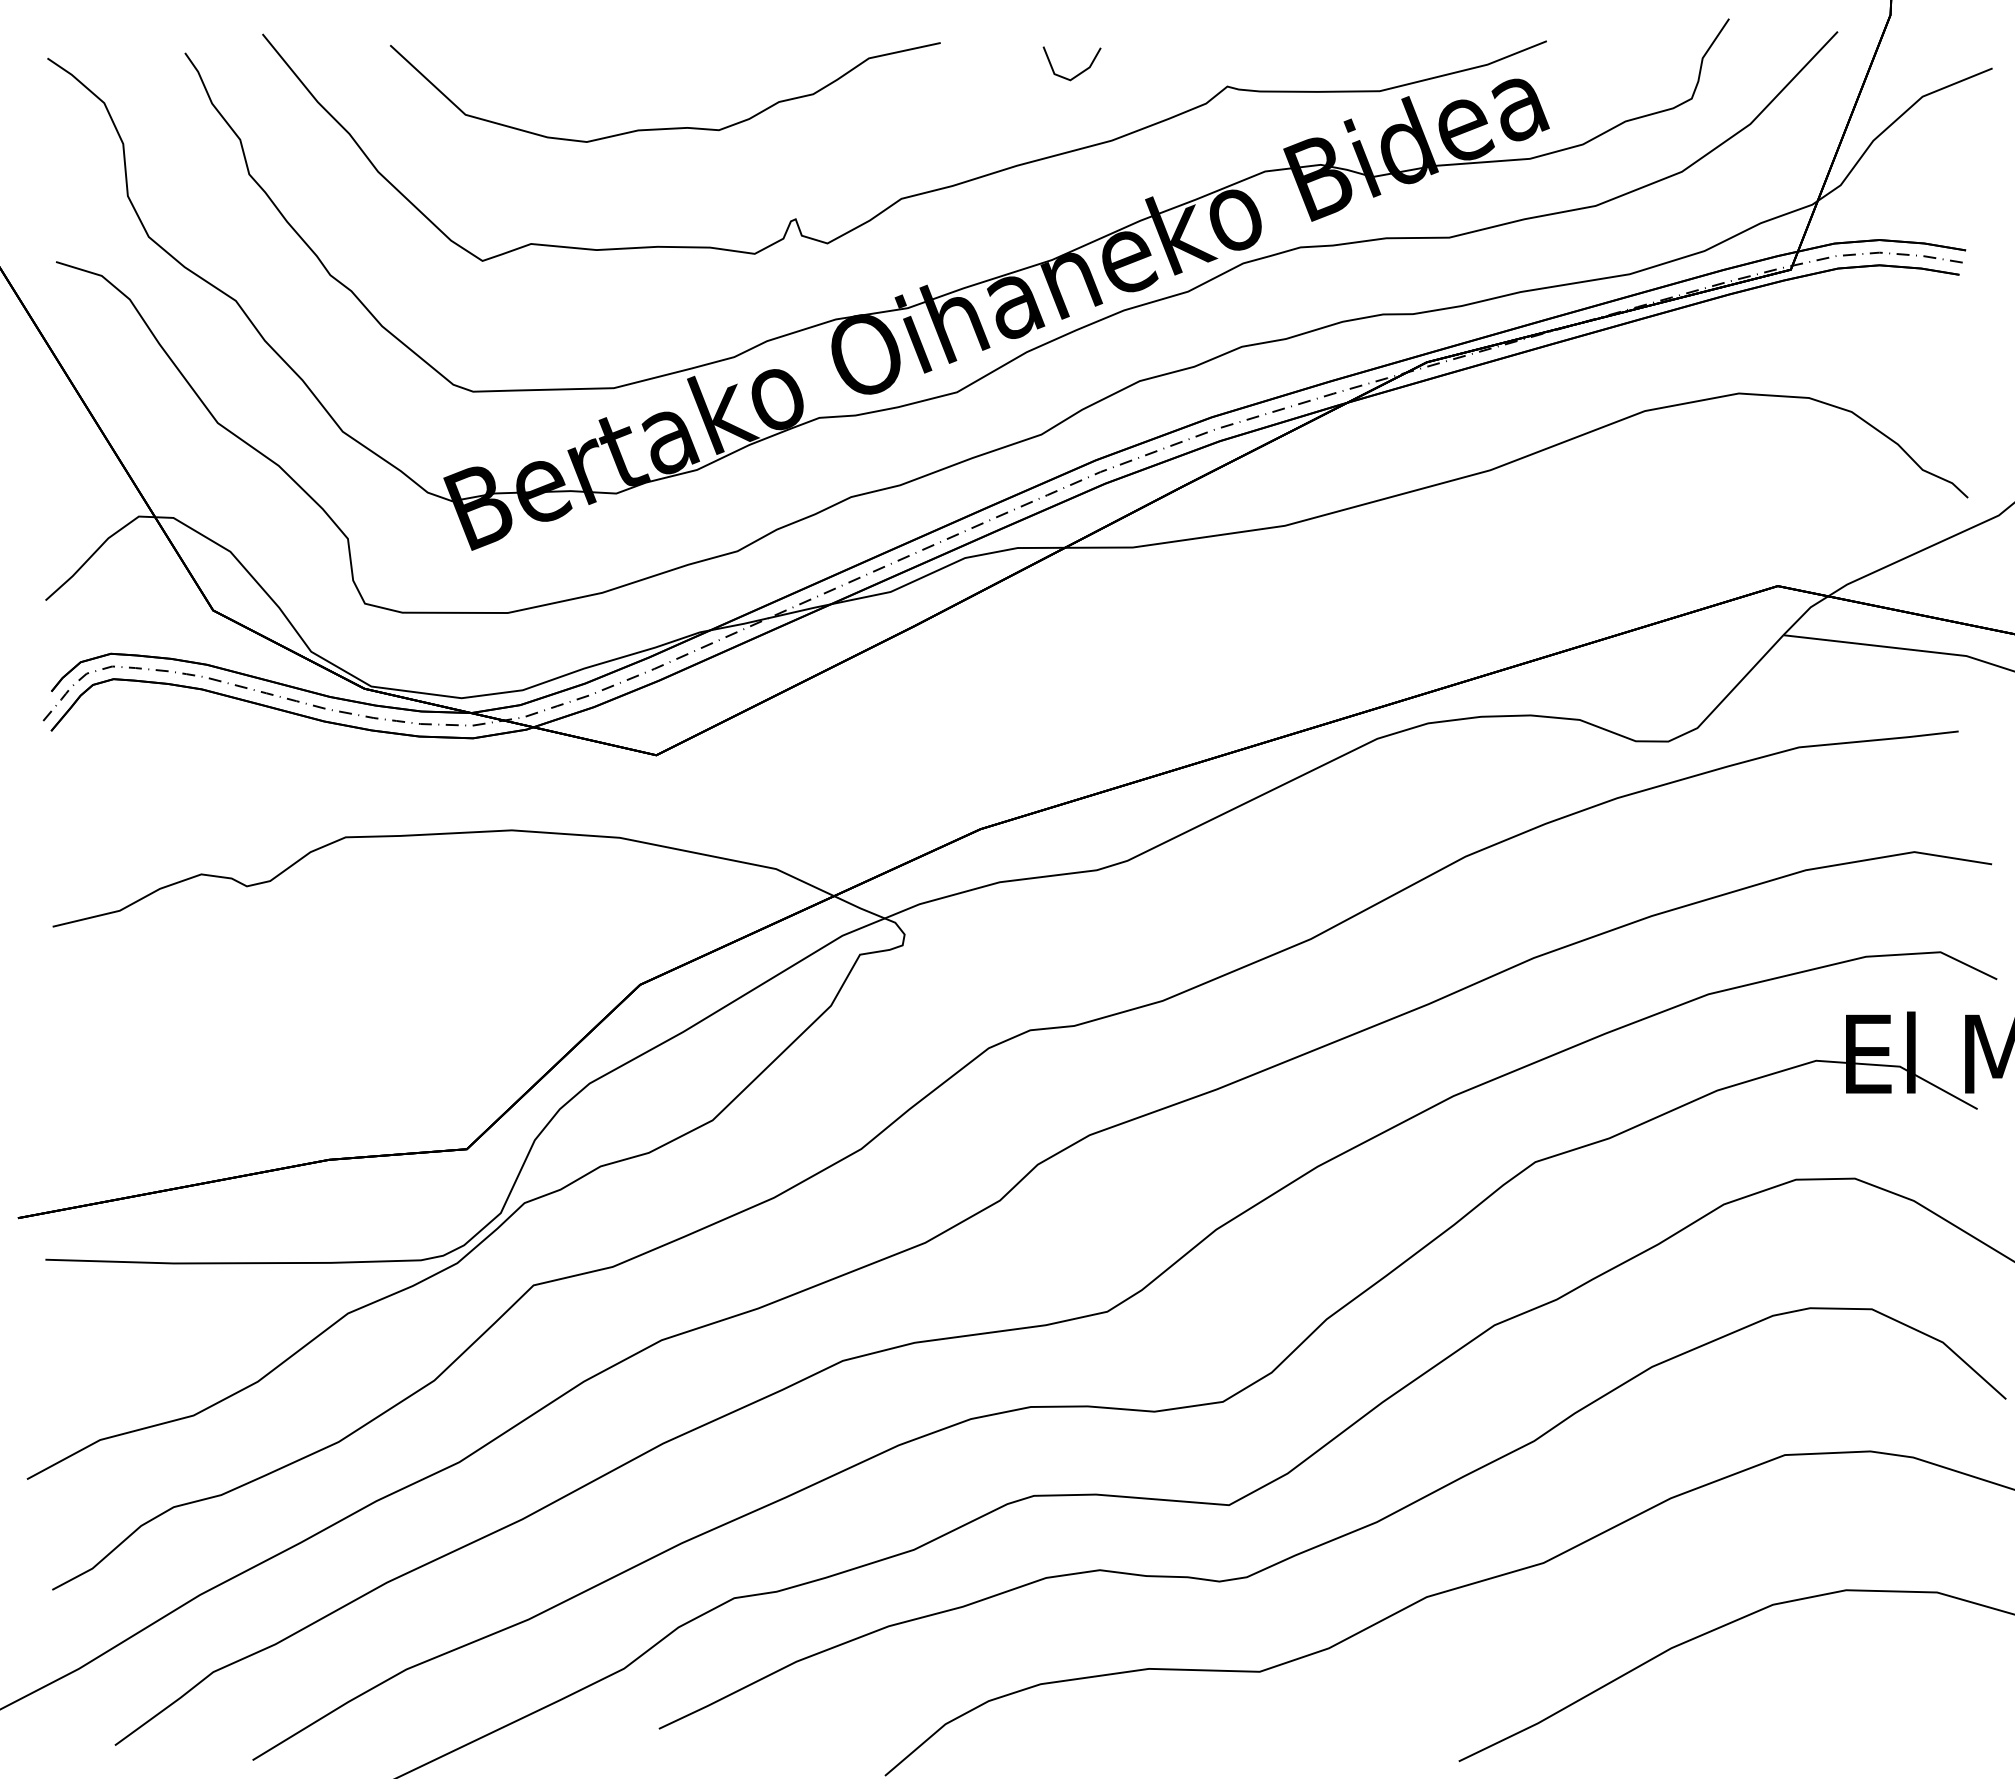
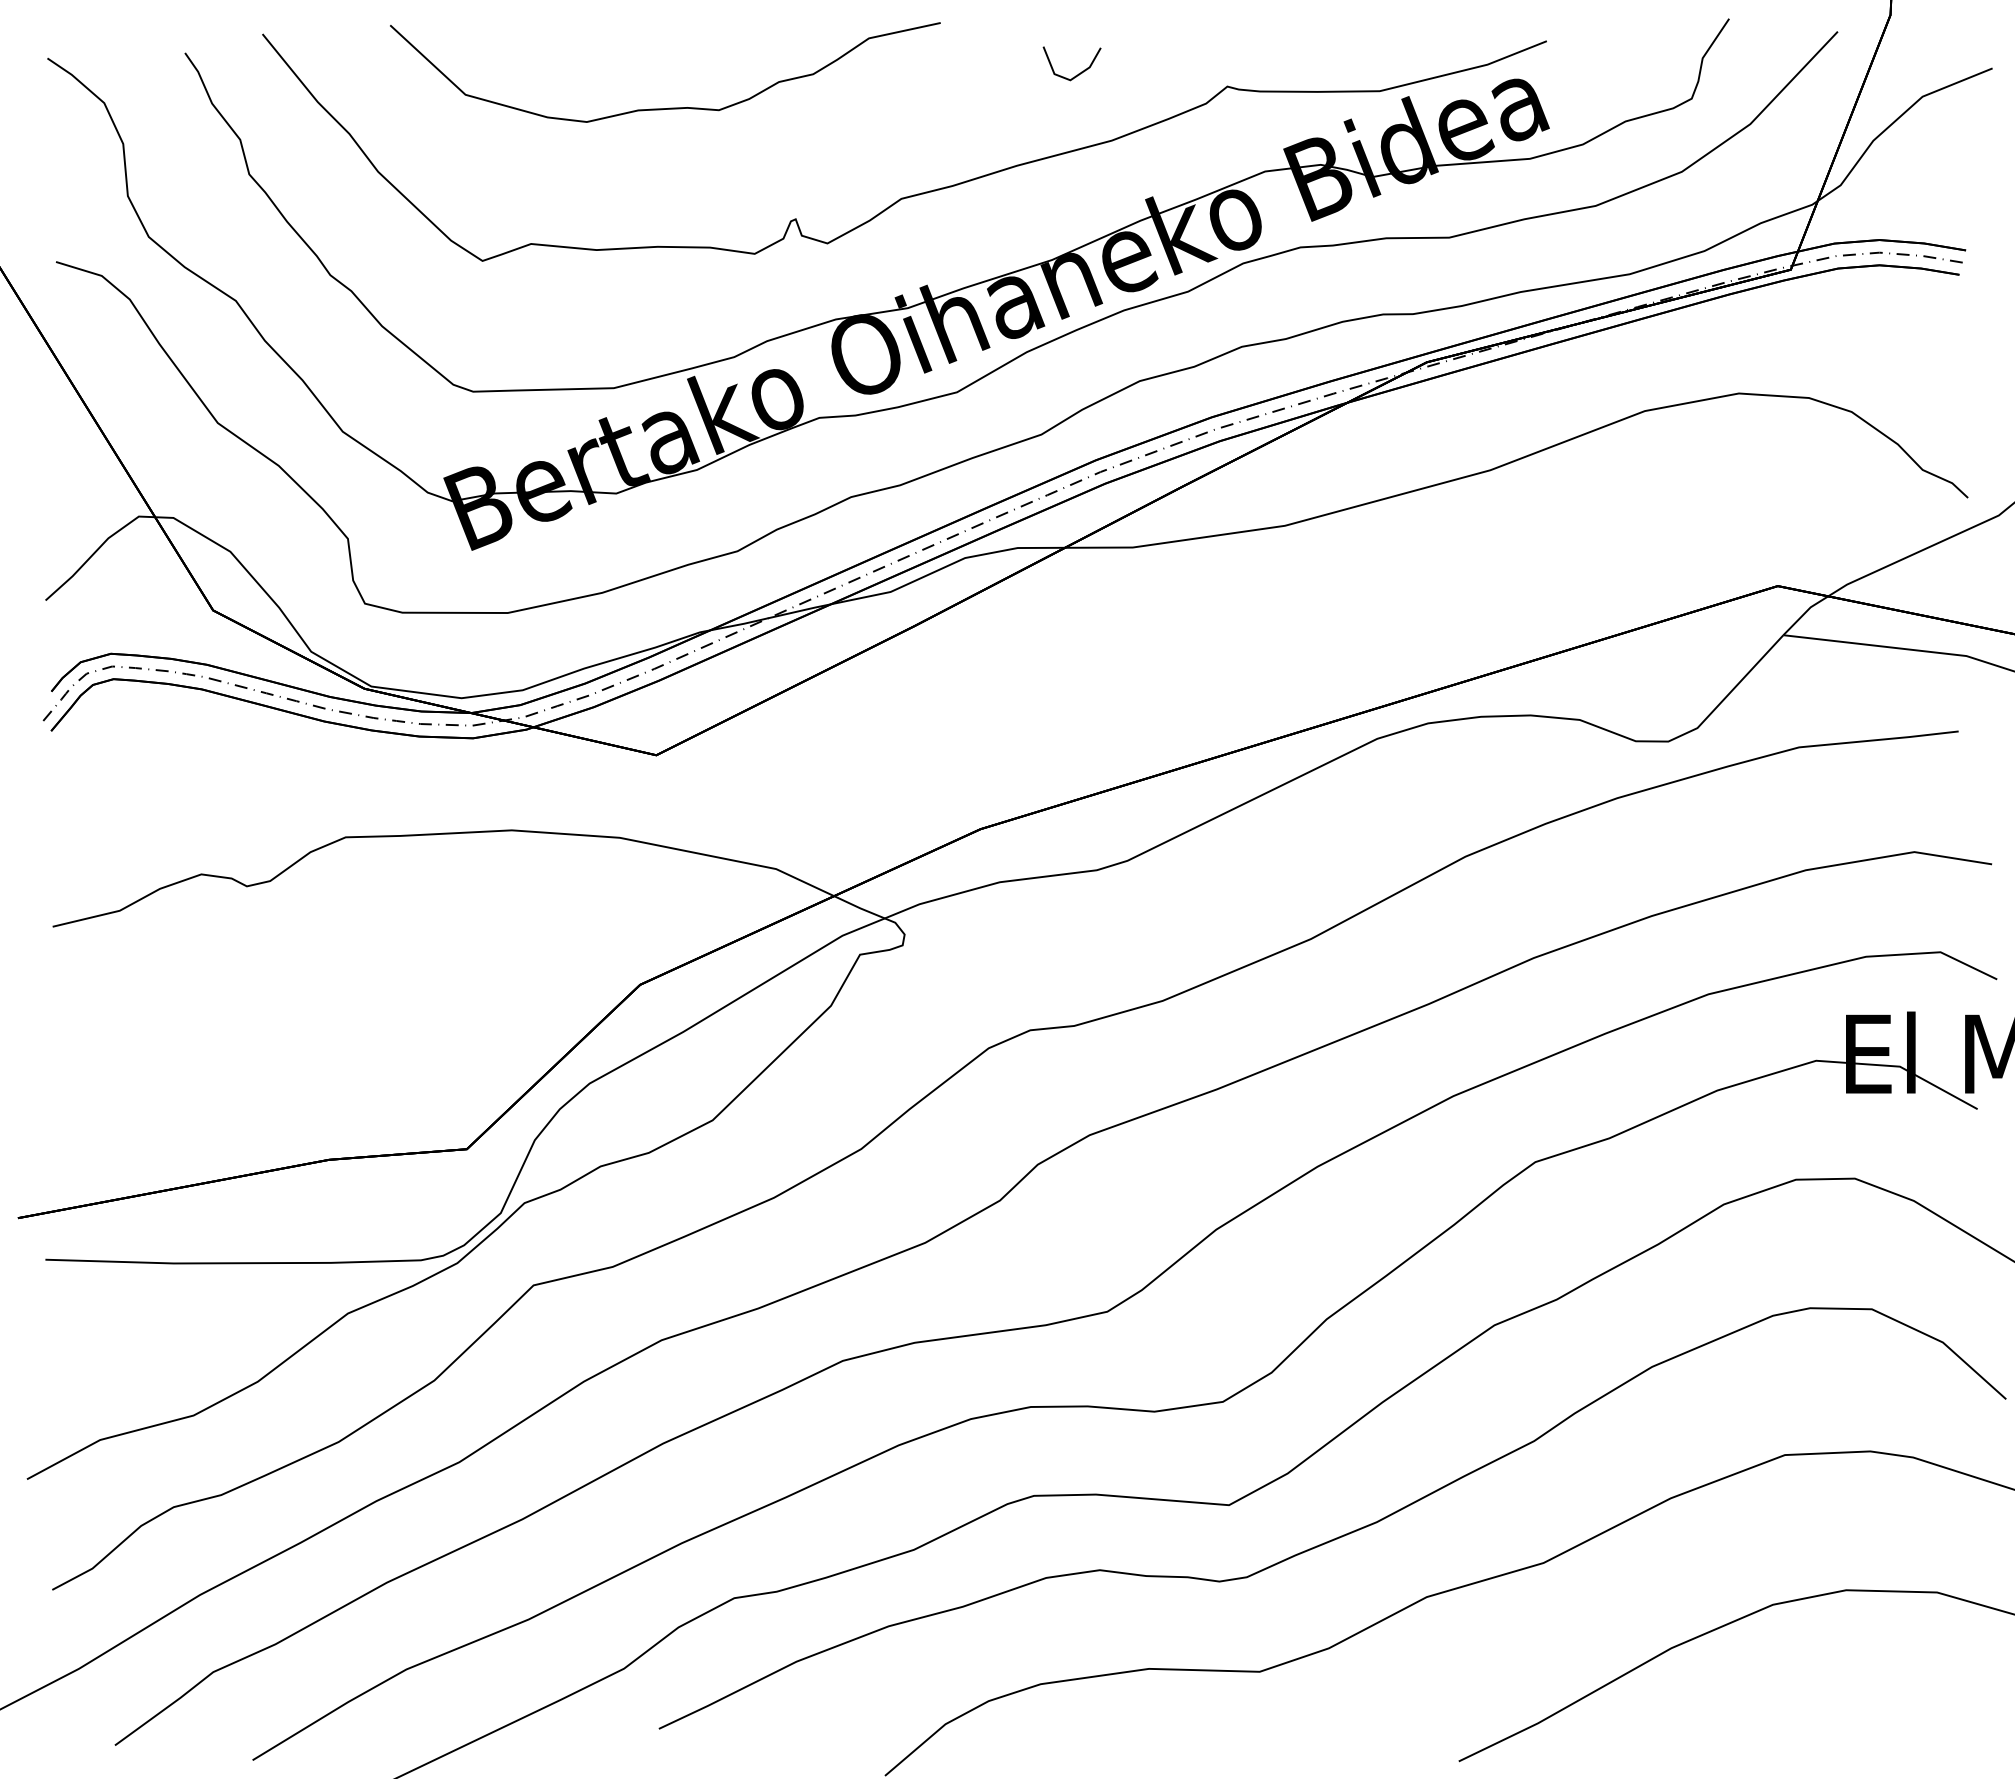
curve at (669, 127) position: (669, 127) -> (669, 107)
